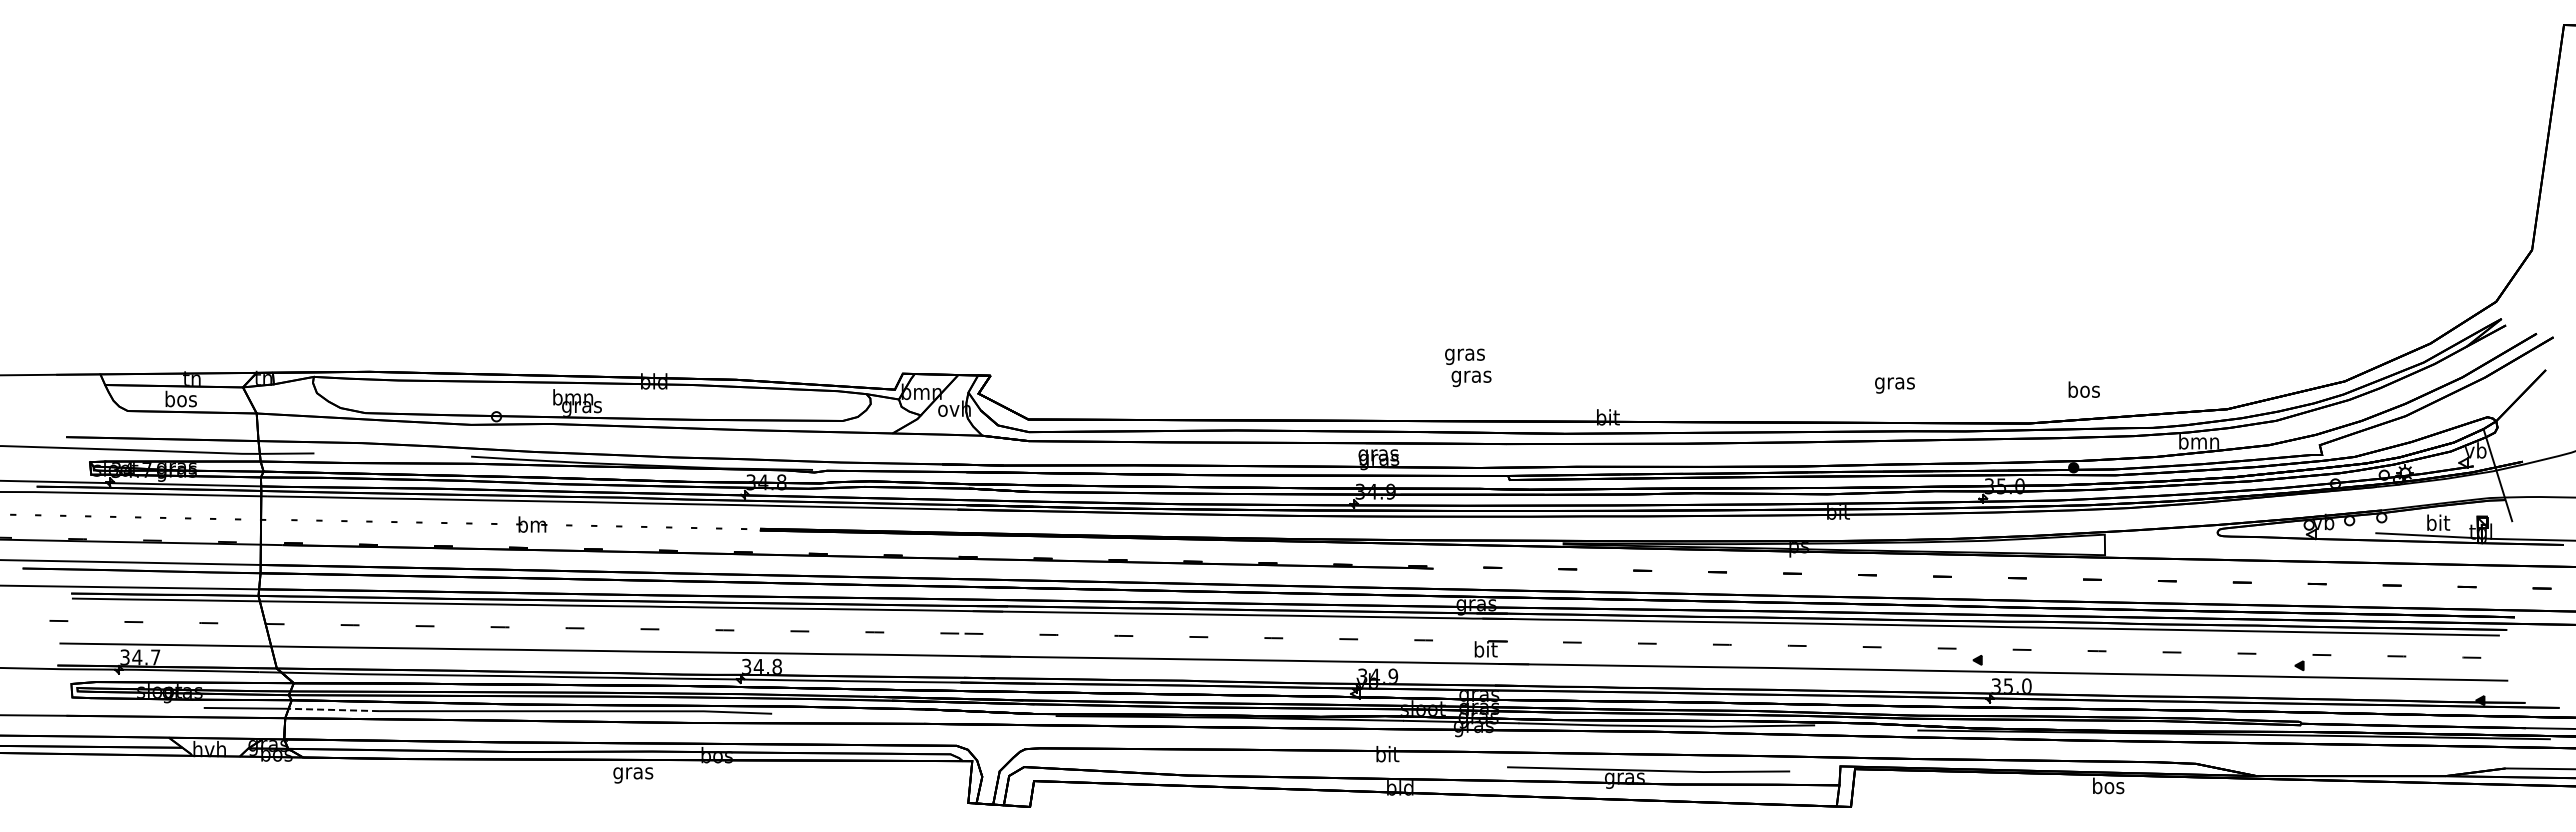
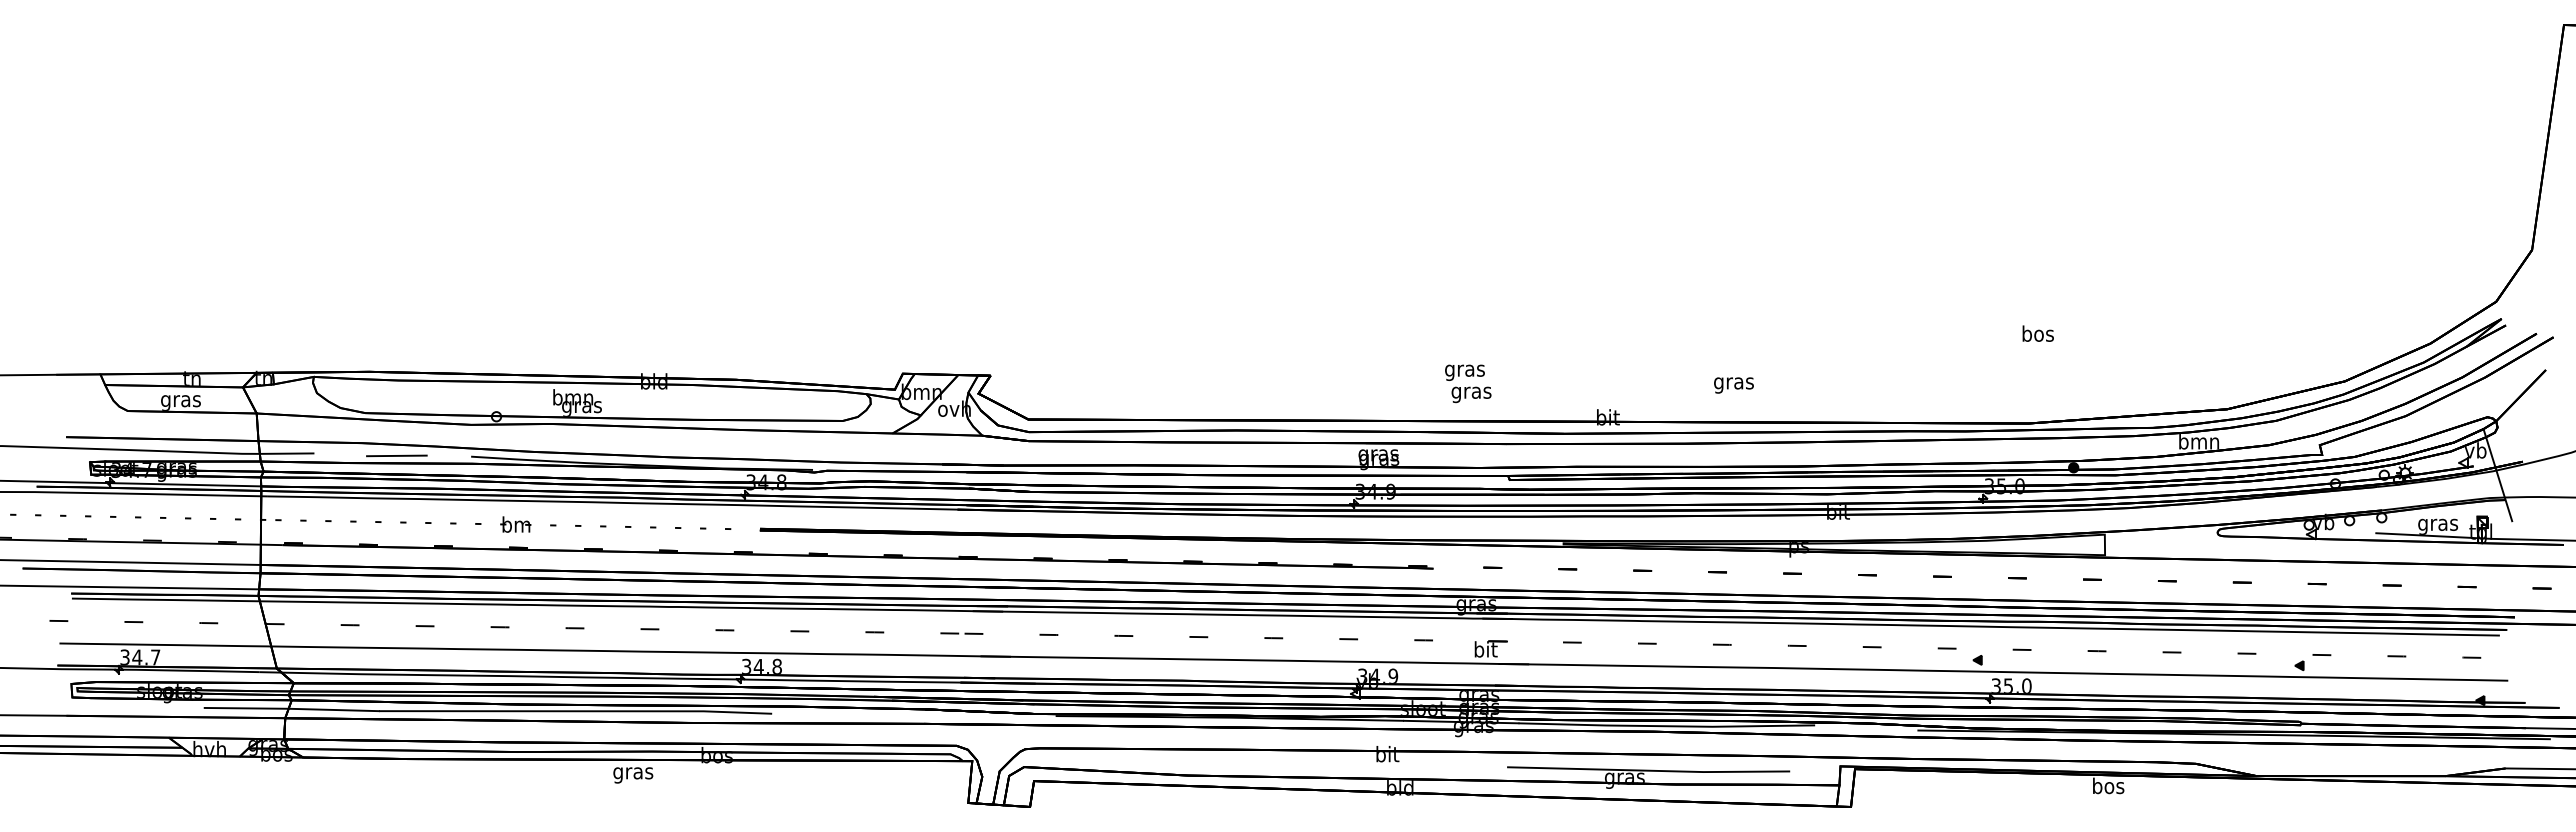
text at (1468, 367) position: (1468, 367) -> (1468, 383)
text at (1894, 385) position: (1894, 385) -> (1733, 385)
text at (2083, 389) position: (2083, 389) -> (2037, 333)
text at (180, 400): bos -> gras
line at (396, 455): none -> present
part at (519, 524) position: (519, 524) -> (503, 524)
text at (2438, 524): bit -> gras
line at (333, 709): dashed -> solid
